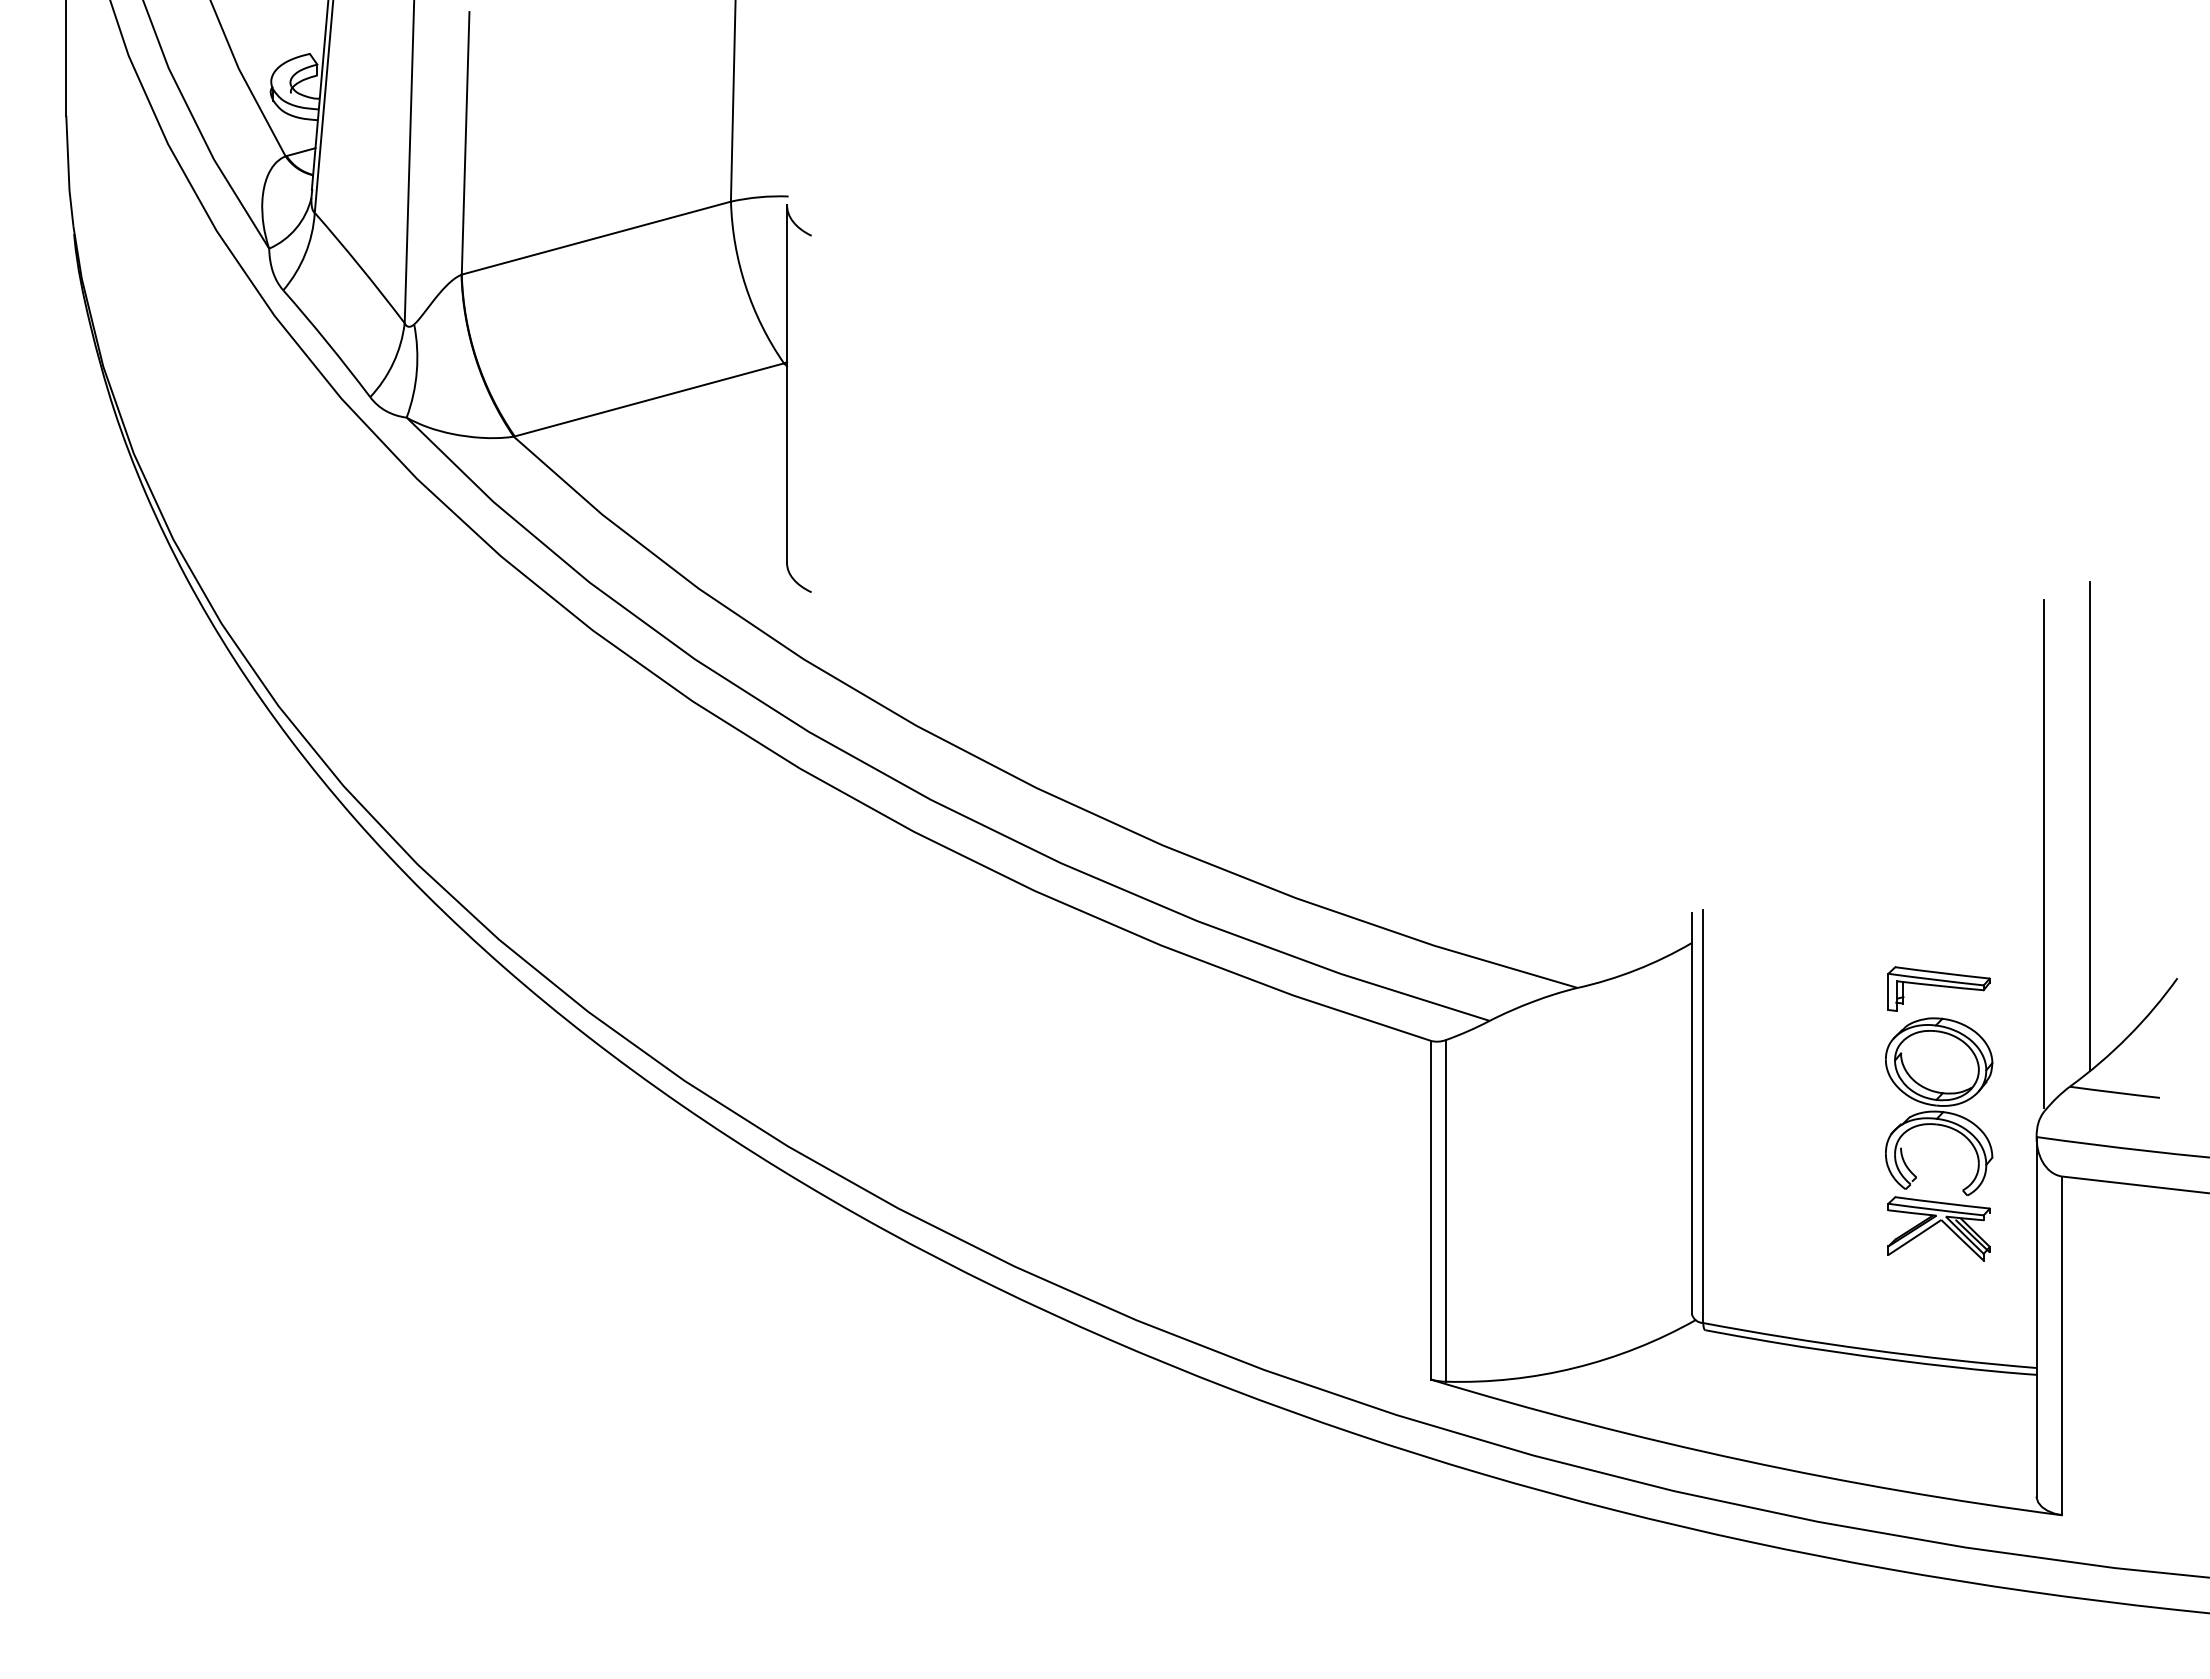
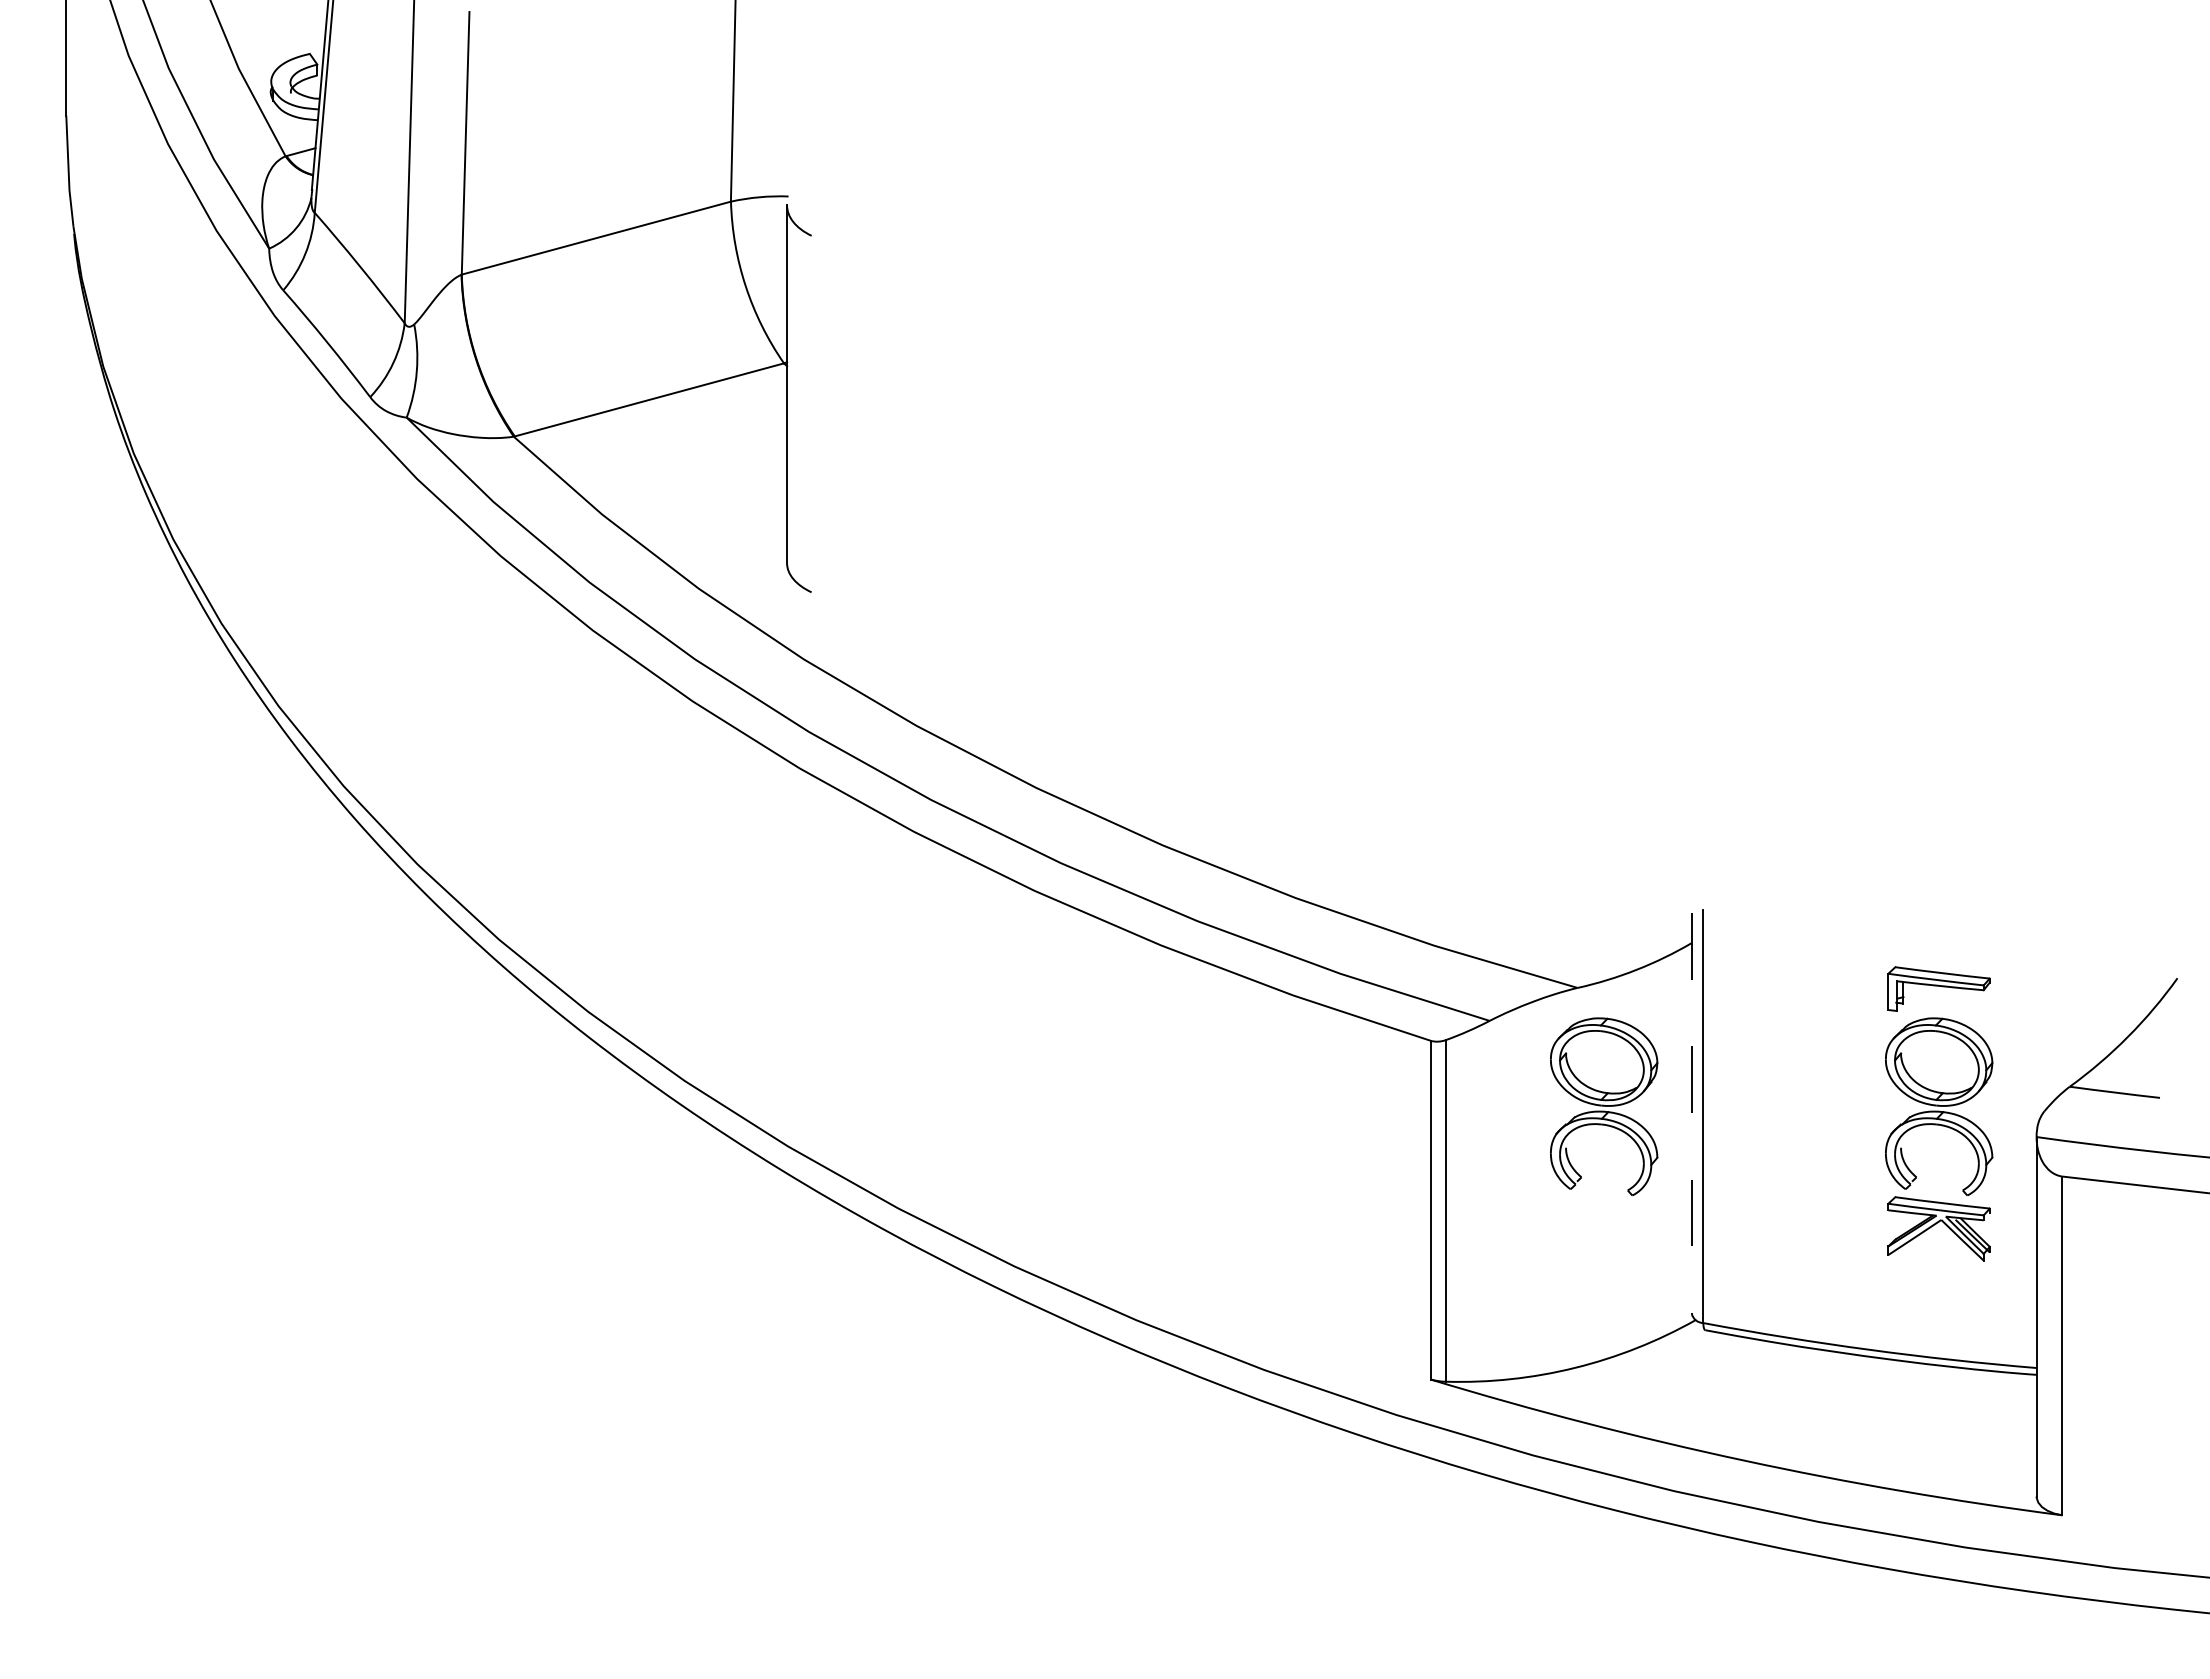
line at (2089, 826): present -> none
line at (2043, 854): present -> none
part at (1604, 1106): none -> present
line at (1691, 1114): solid -> dashed
